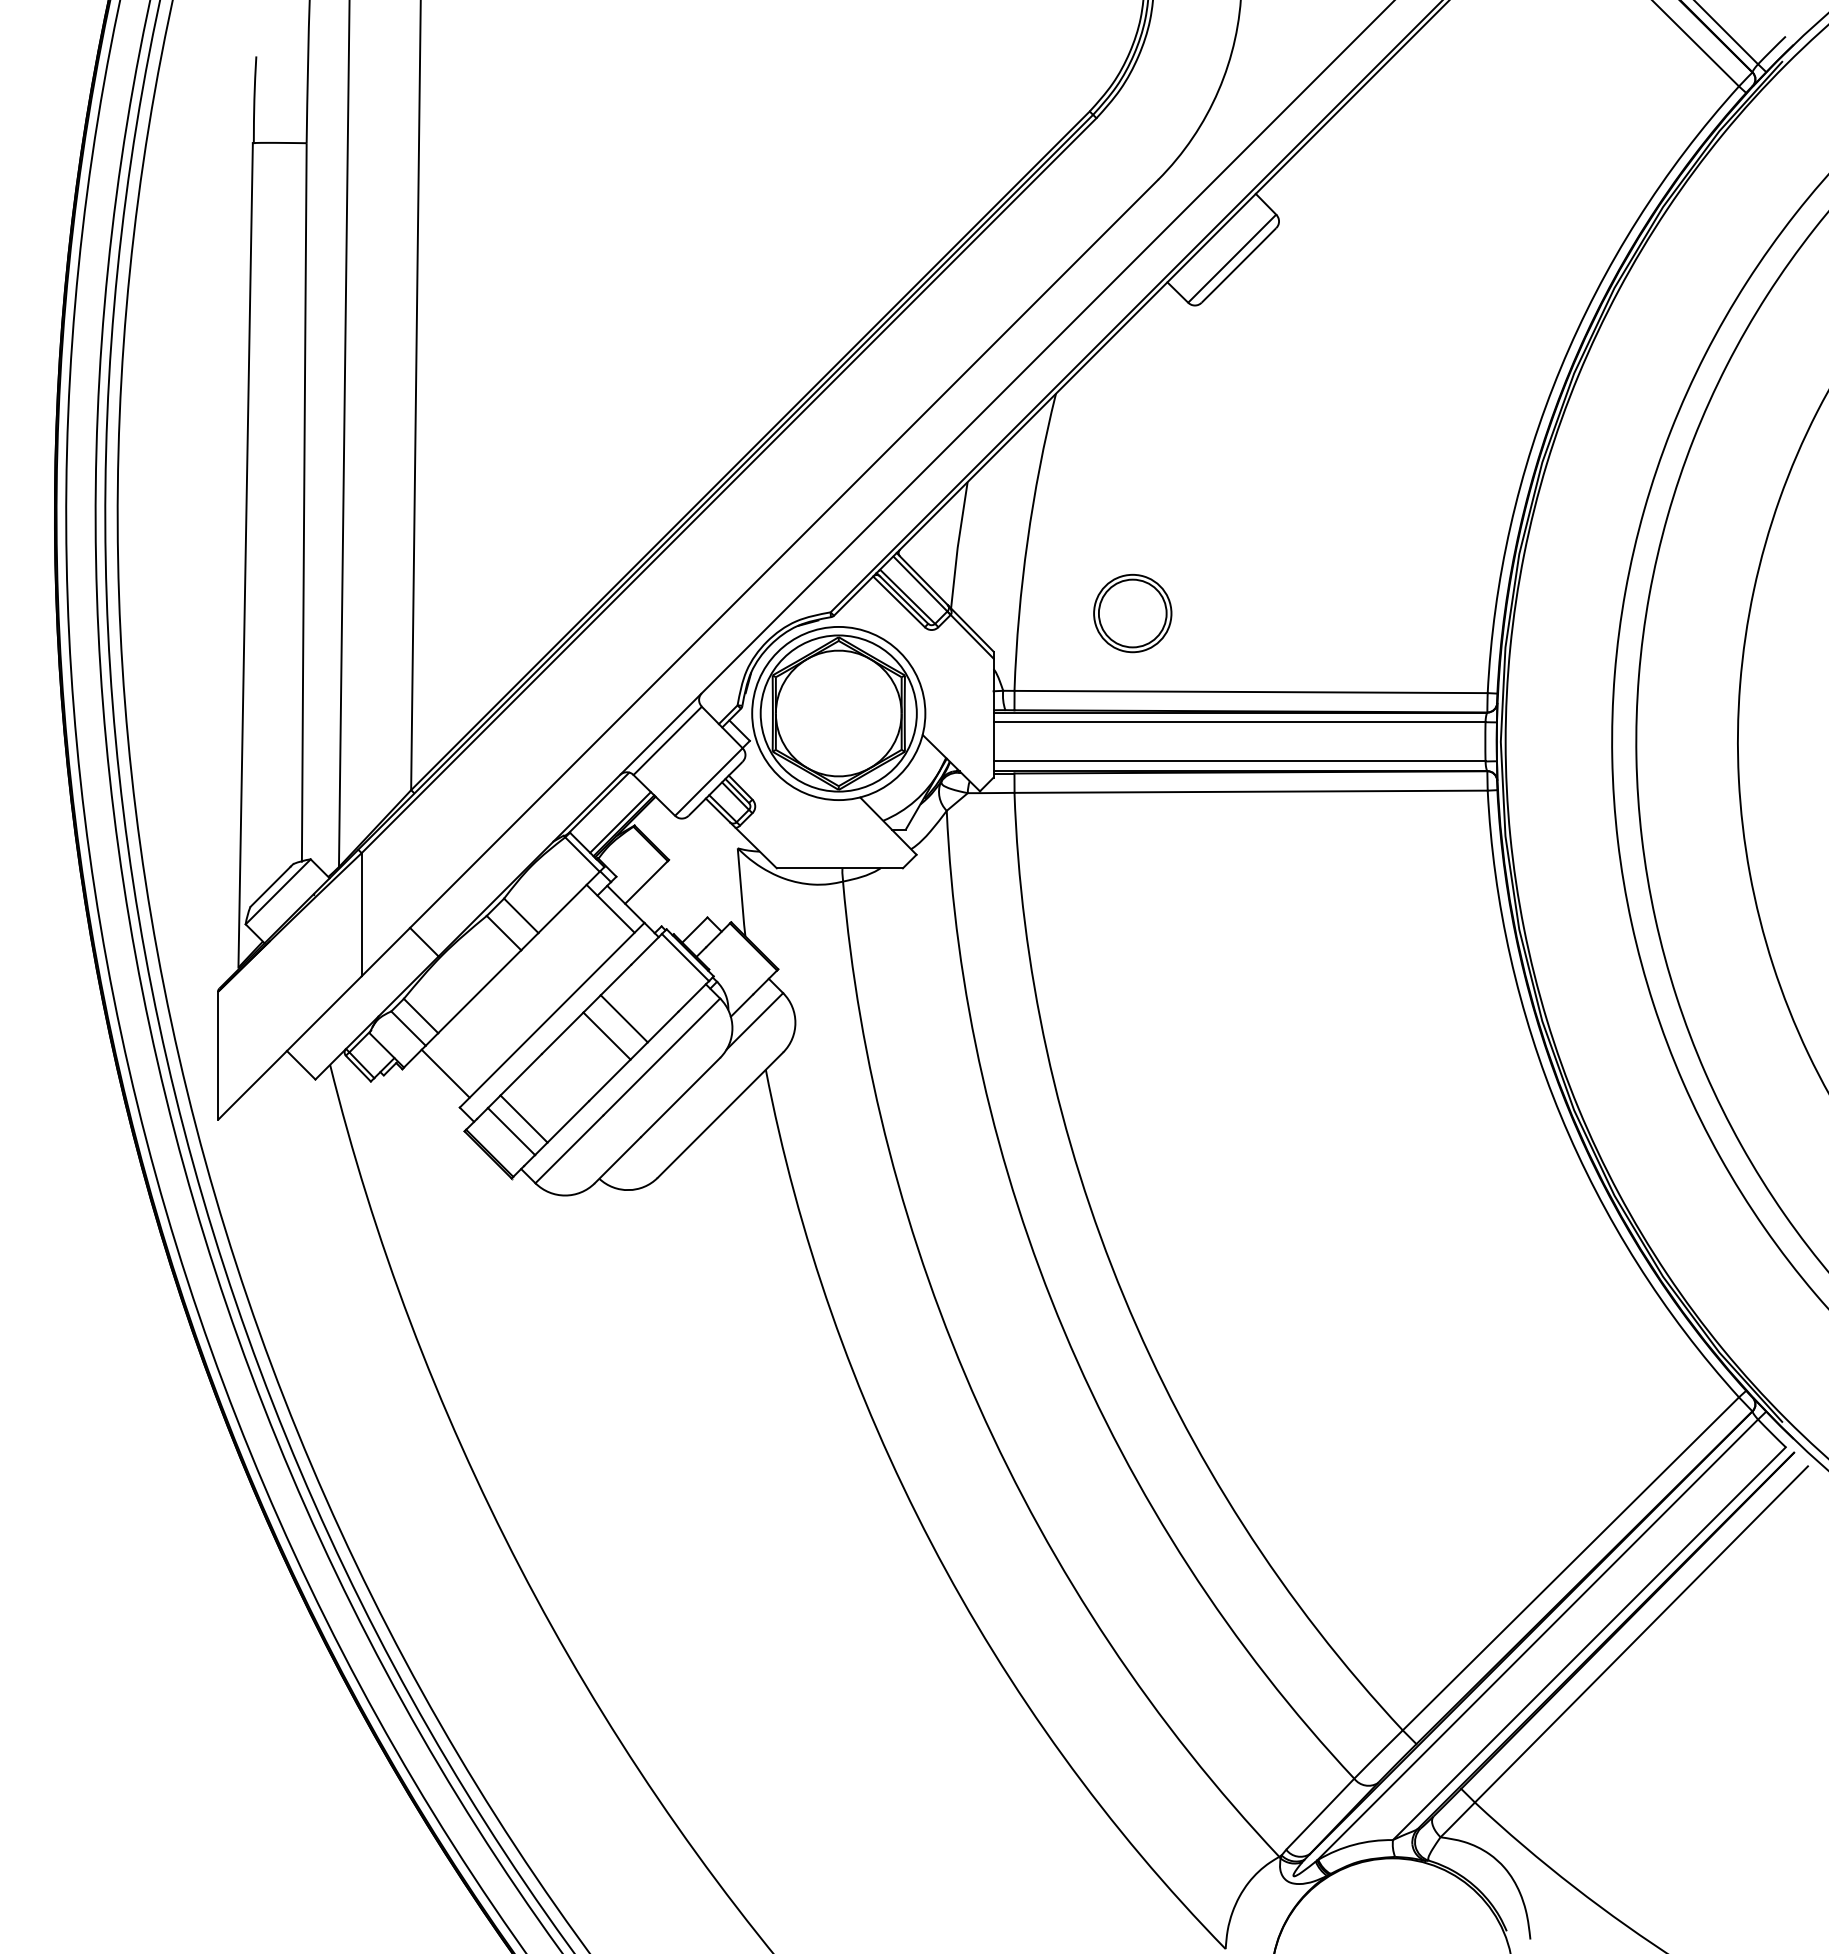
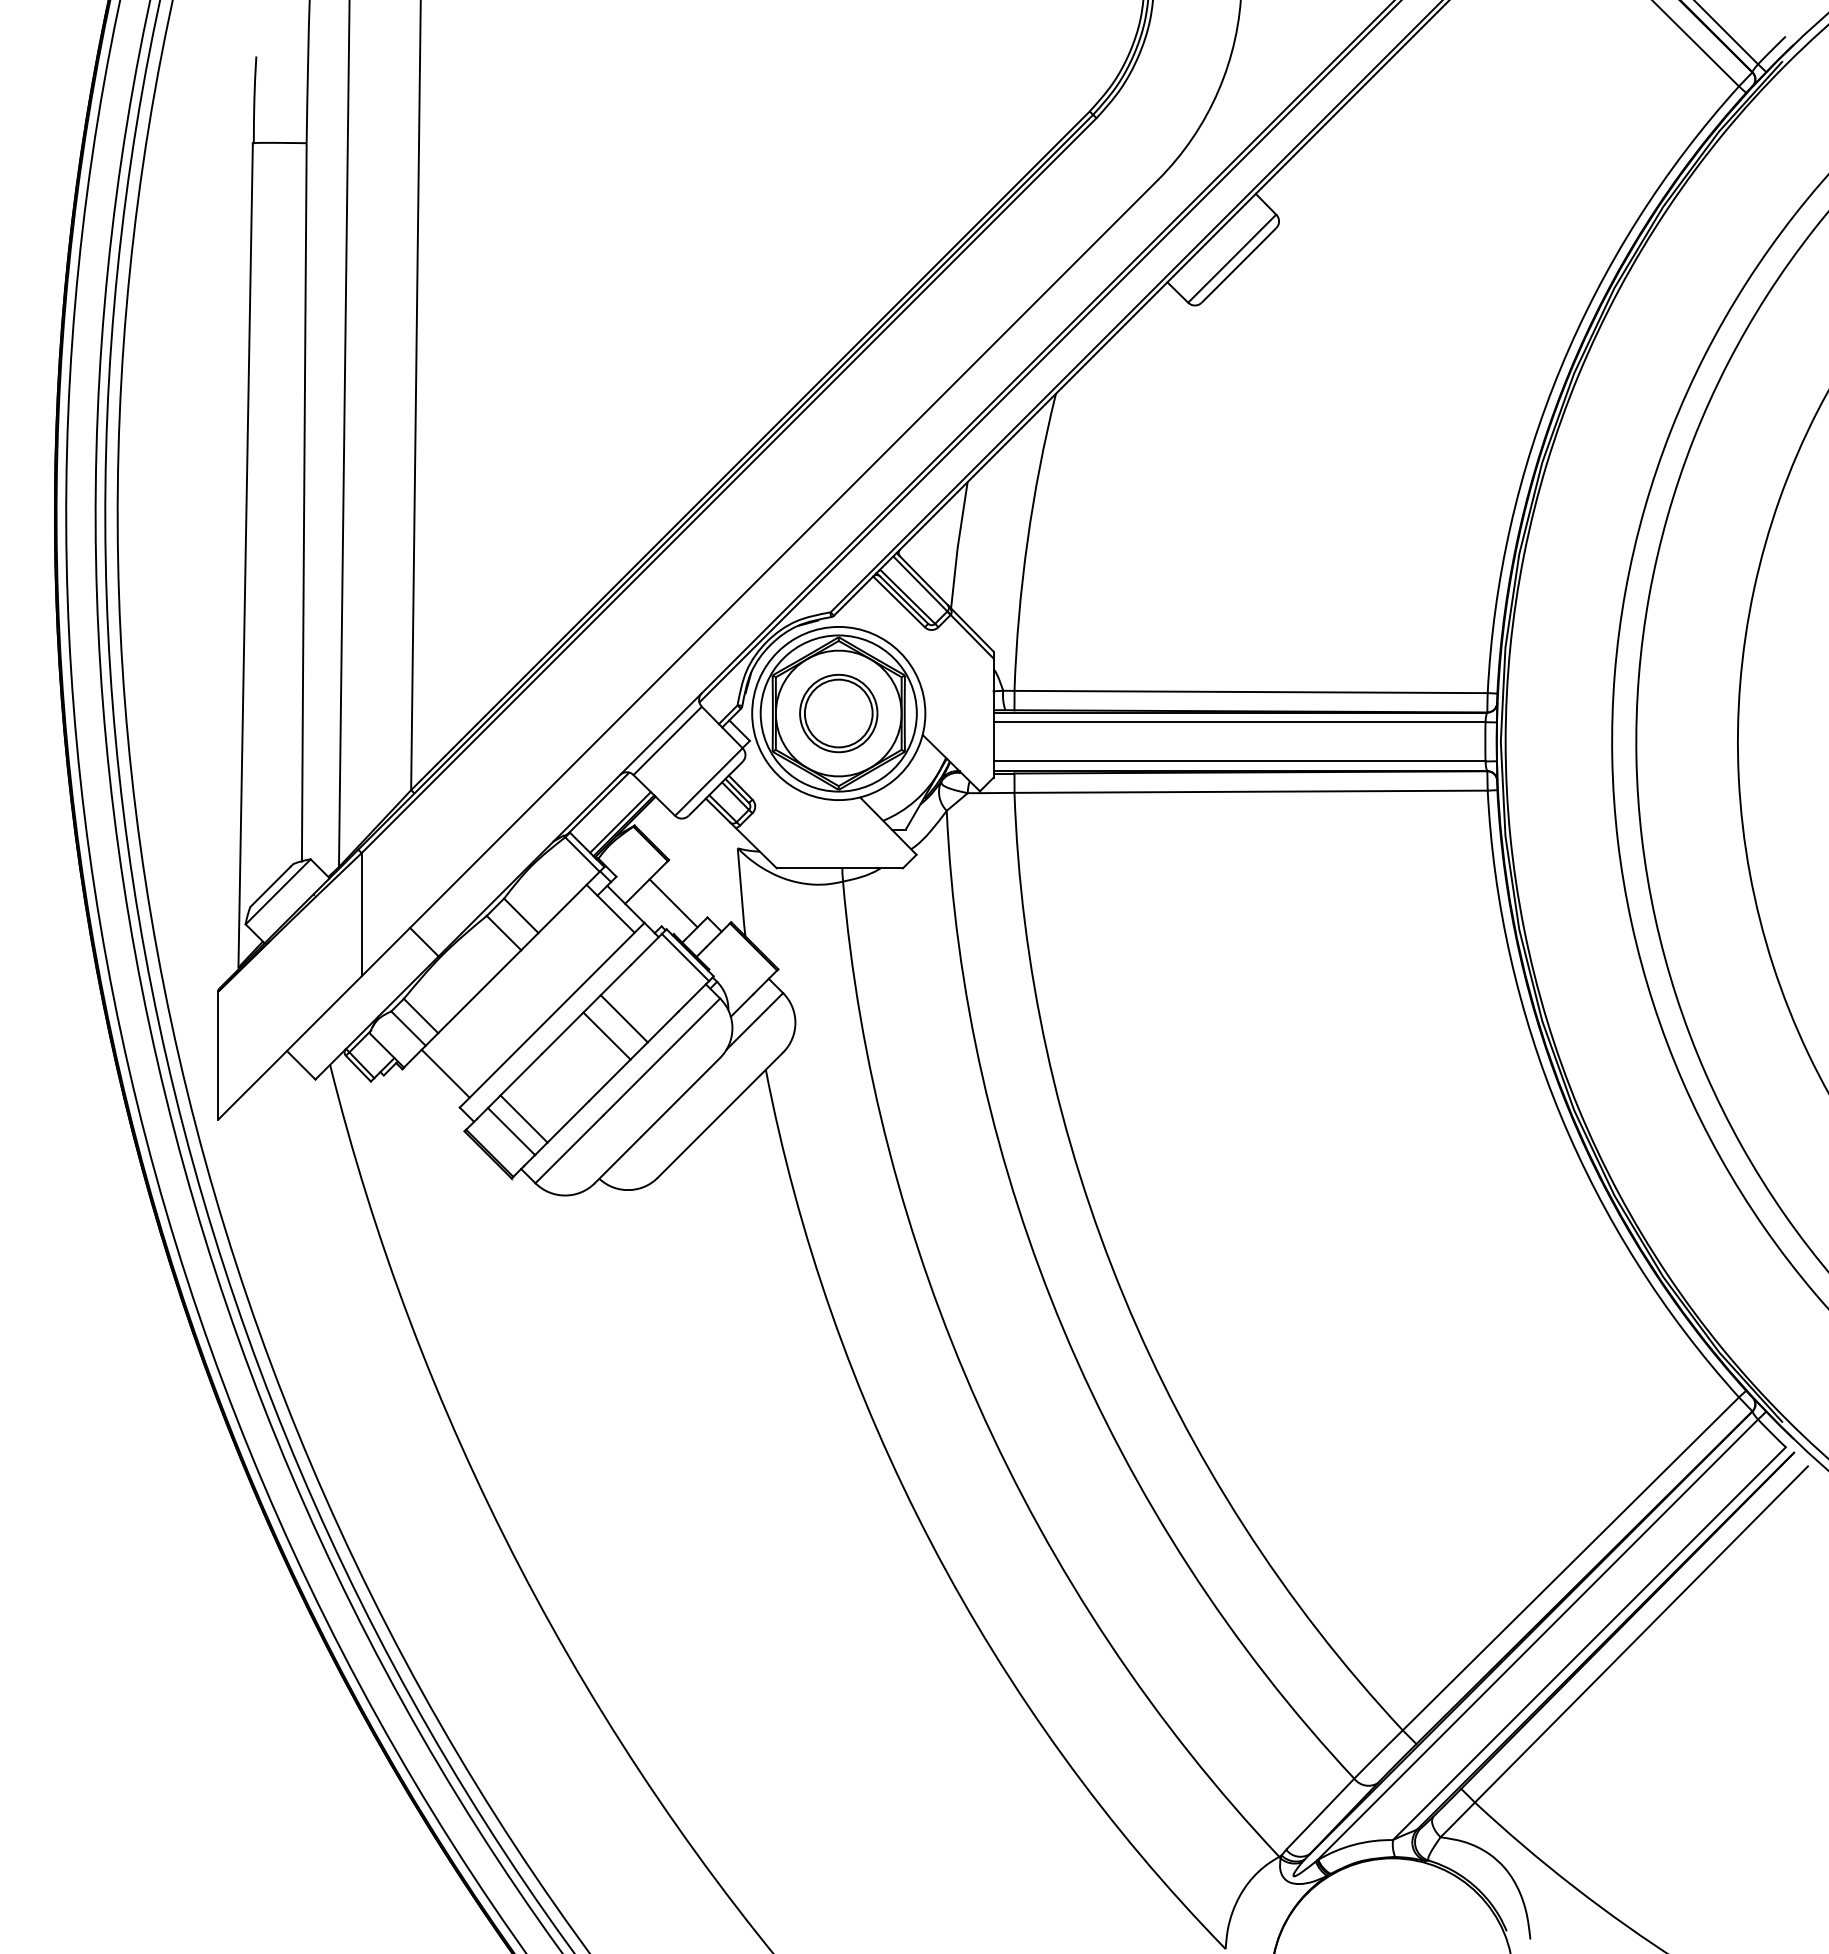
line at (1049, 352): none -> present
part at (1132, 613) position: (1132, 613) -> (838, 713)
line at (673, 903): none -> present
